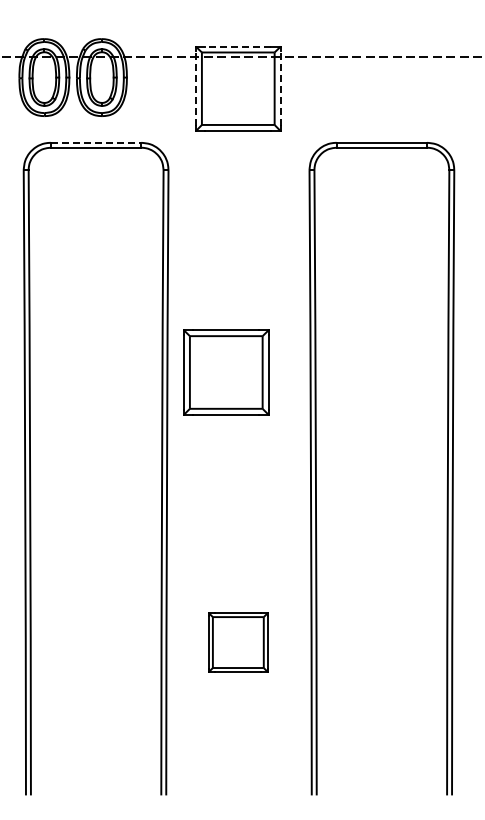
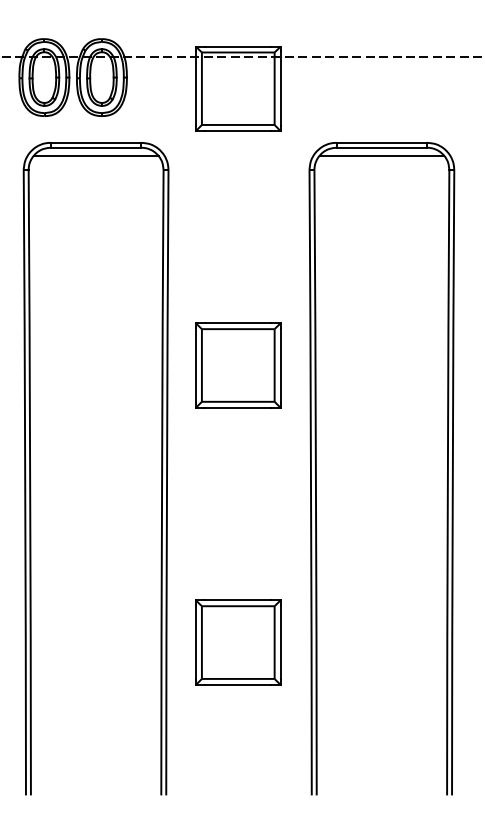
line at (238, 46): dashed -> solid
line at (195, 88): dashed -> solid
line at (280, 88): dashed -> solid
line at (96, 142): dashed -> solid
line at (96, 155): none -> present
line at (381, 155): none -> present
part at (226, 372) position: (226, 372) -> (238, 365)
part at (238, 642) size: 61x61 px -> 87x87 px
